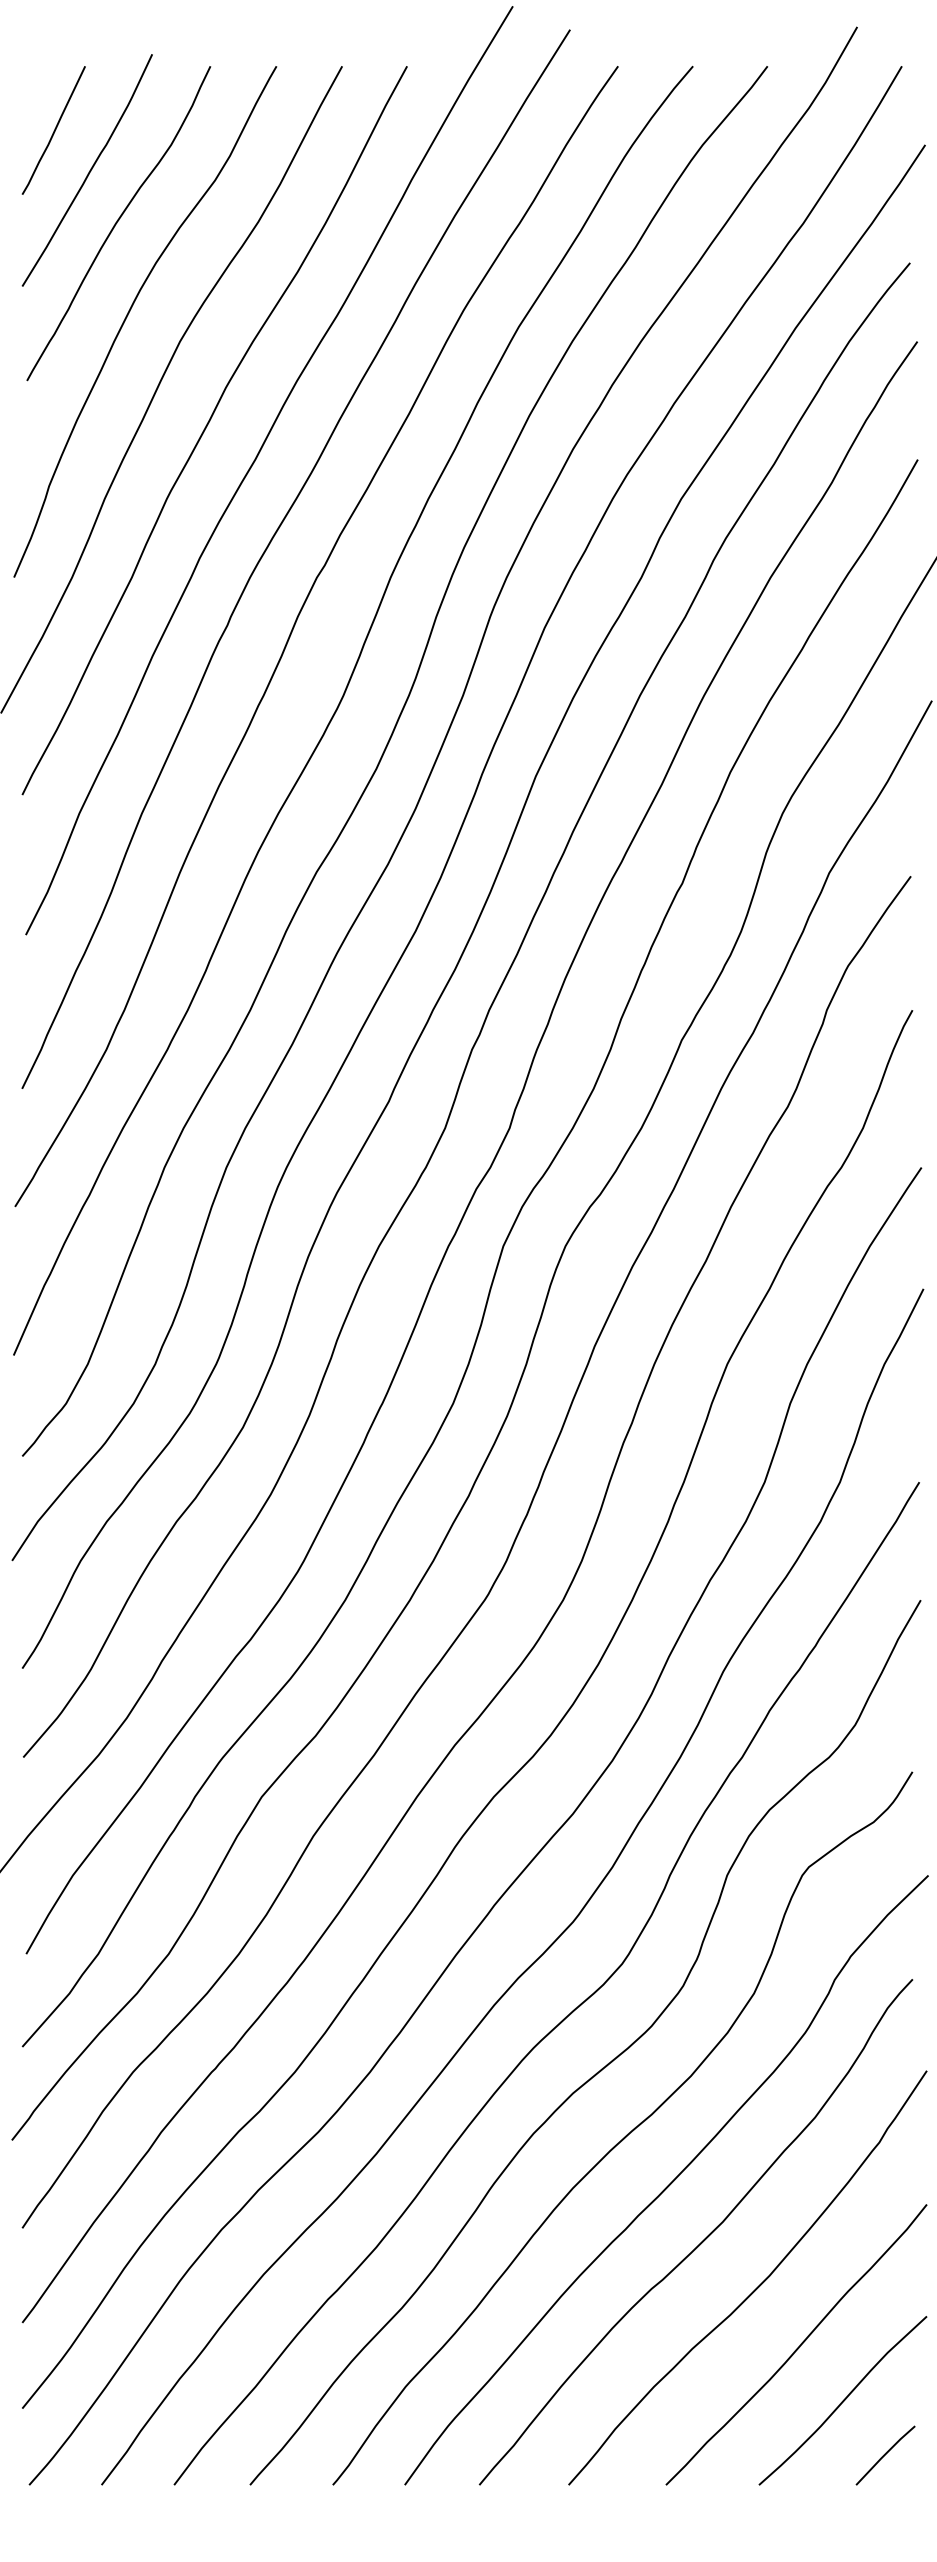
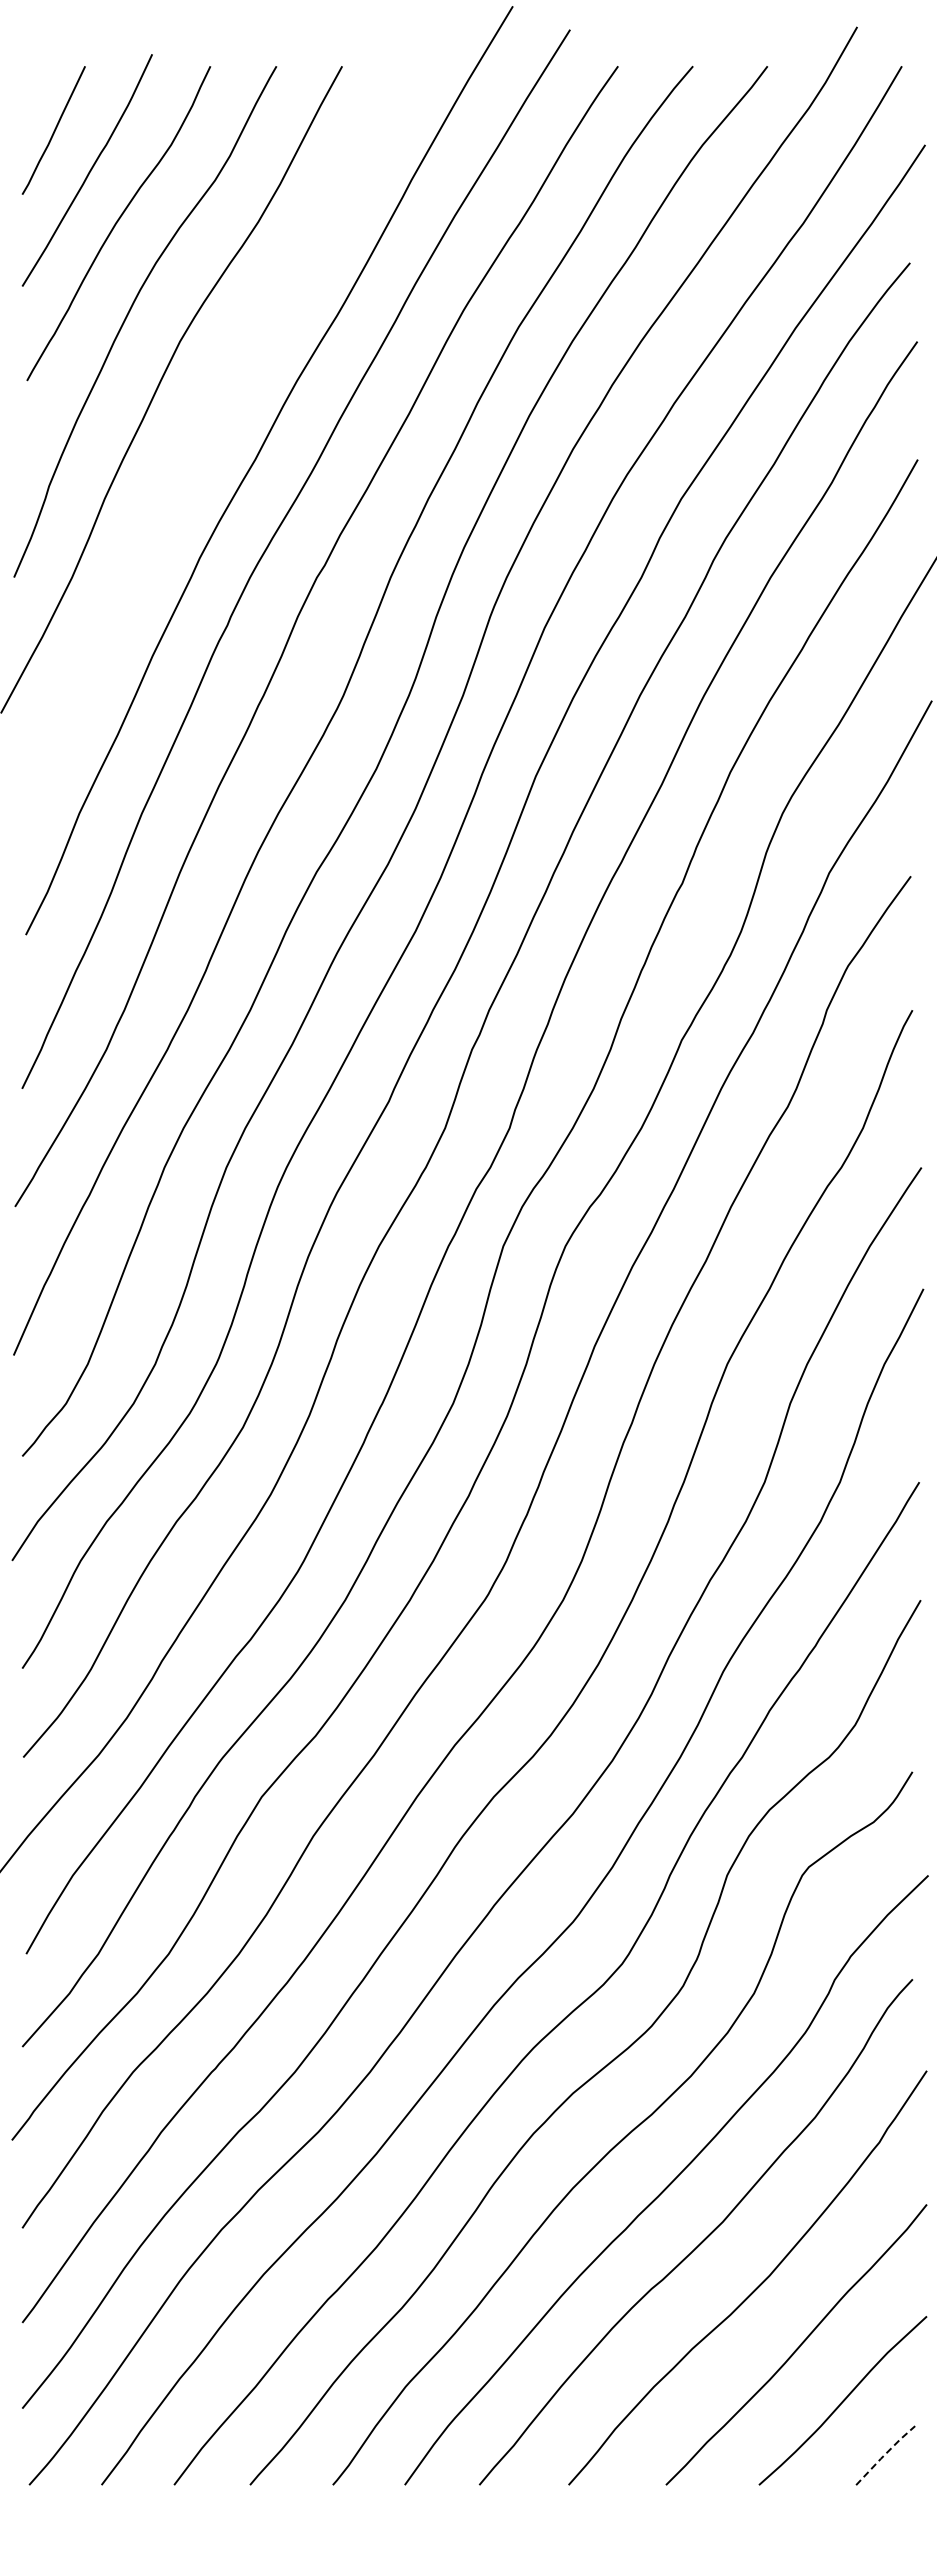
curve at (207, 426): present -> none
line at (885, 2454): solid -> dashed
